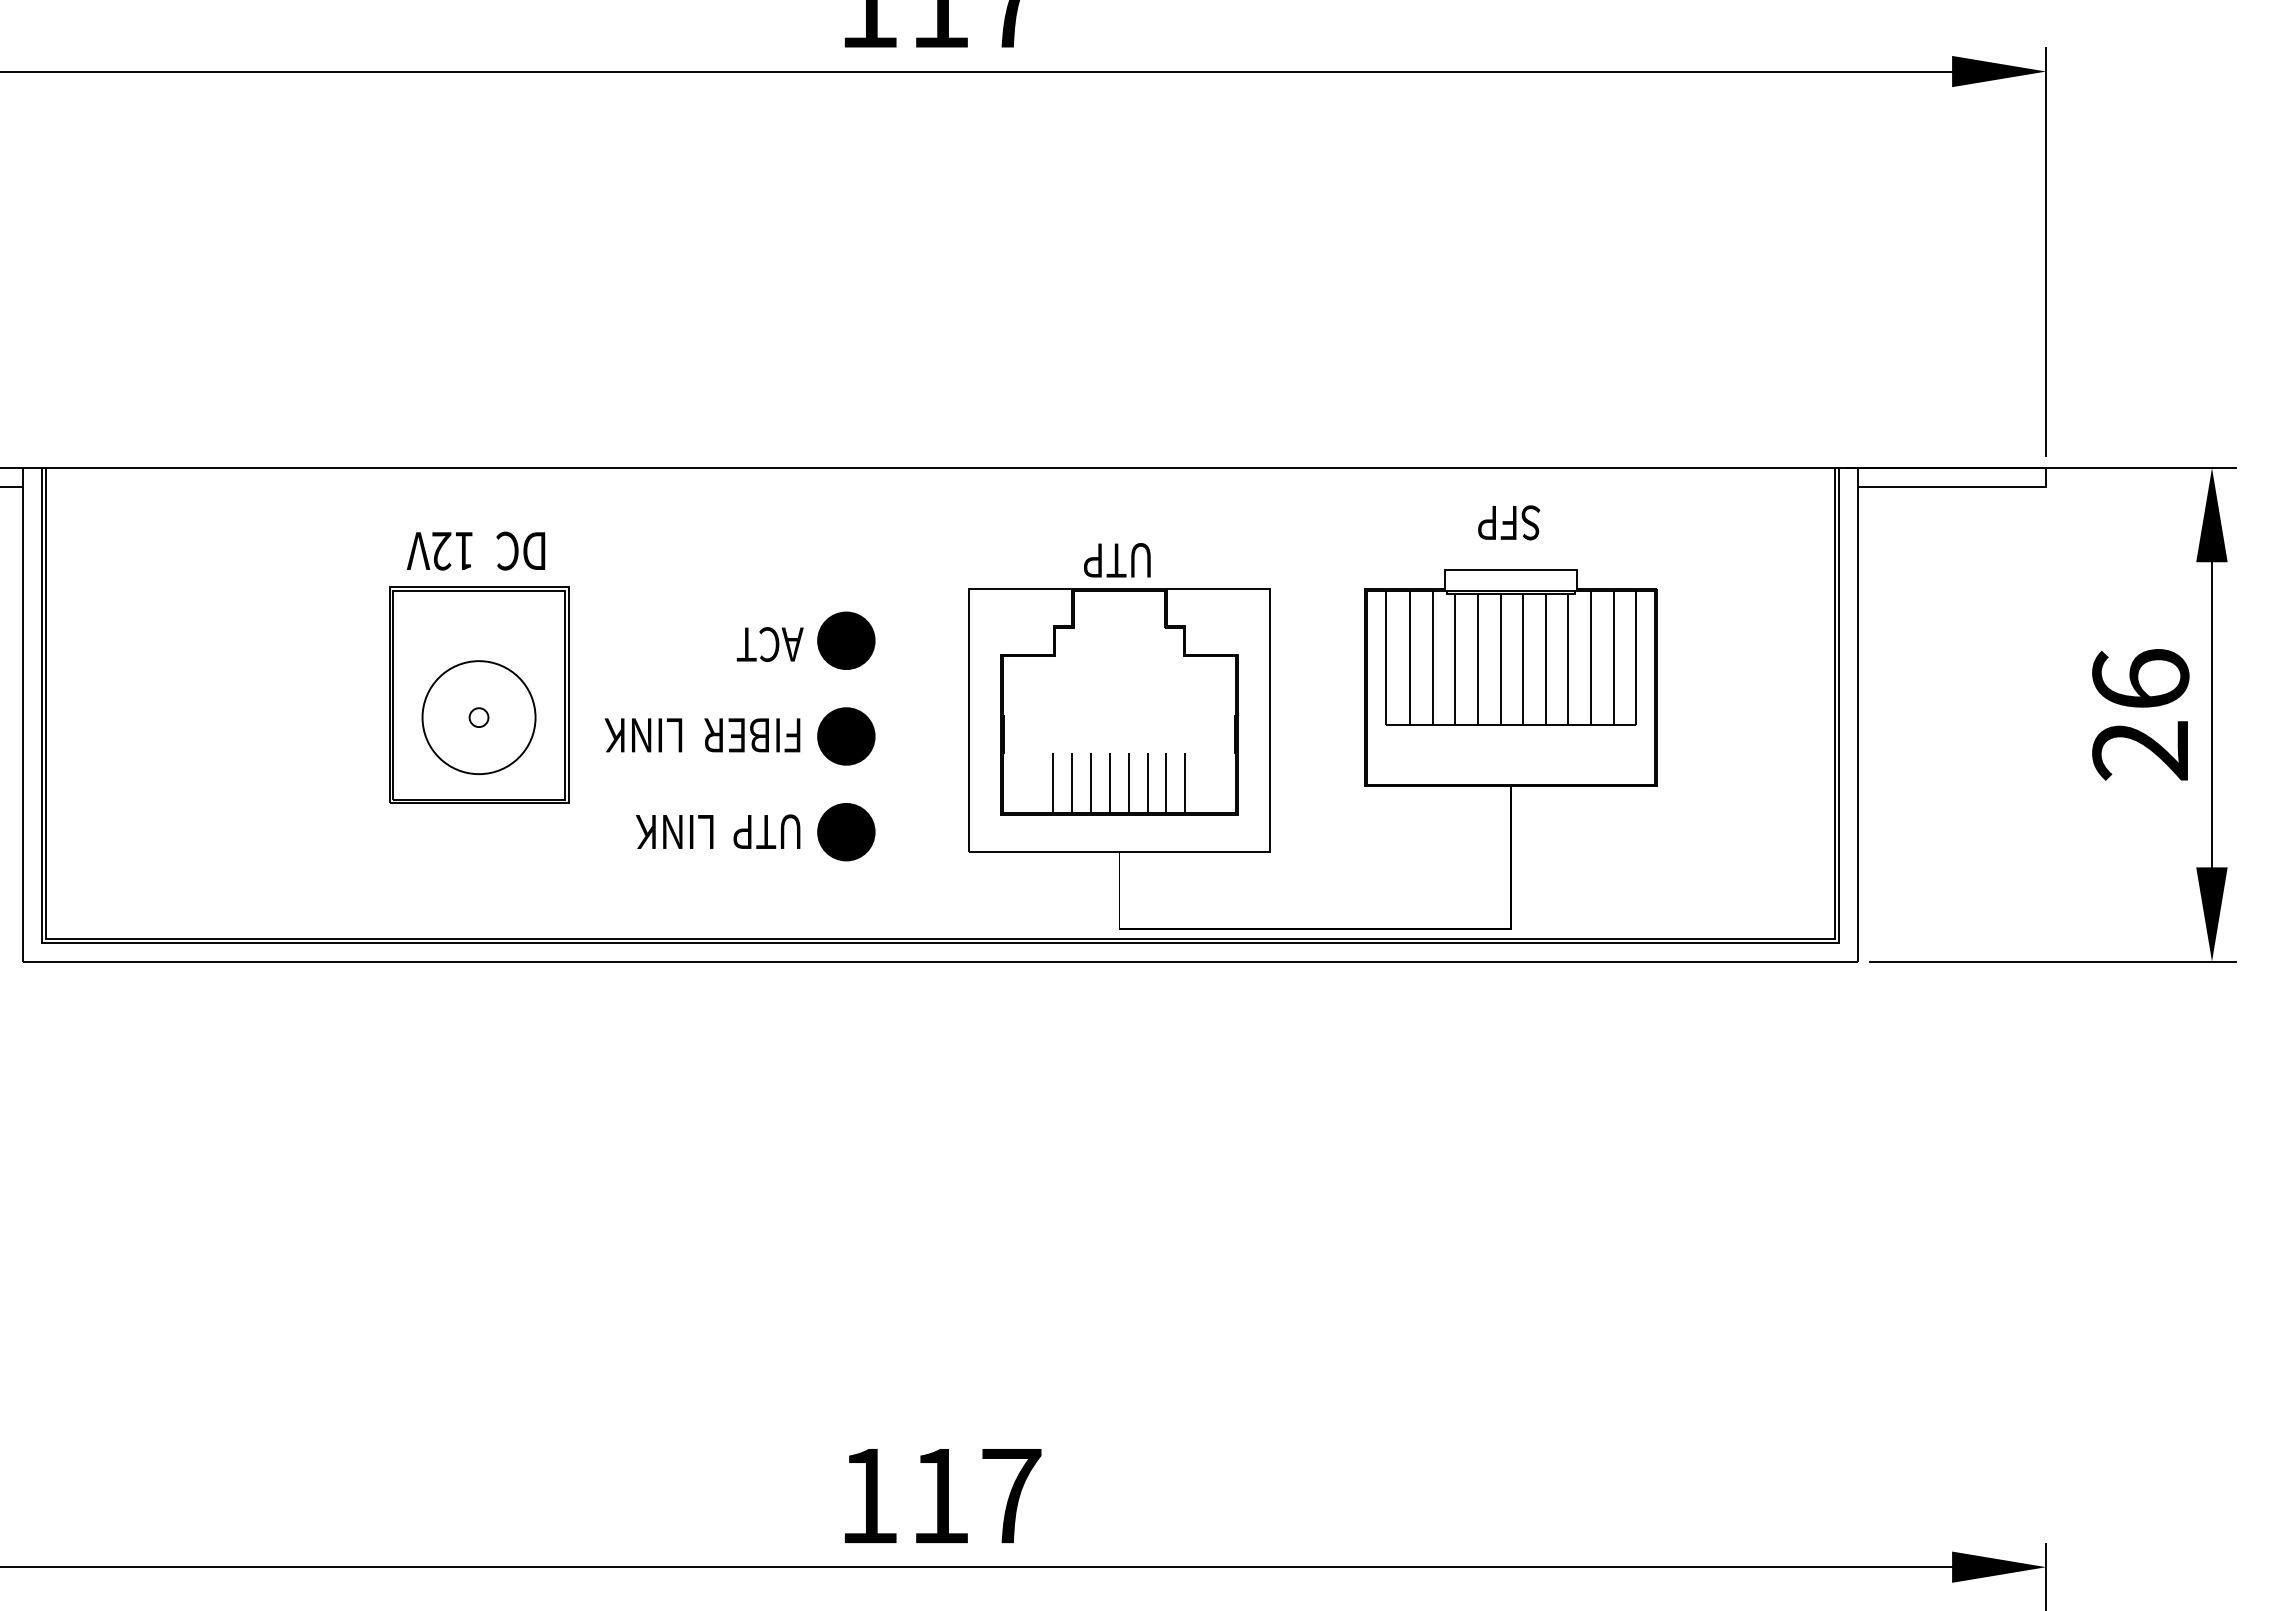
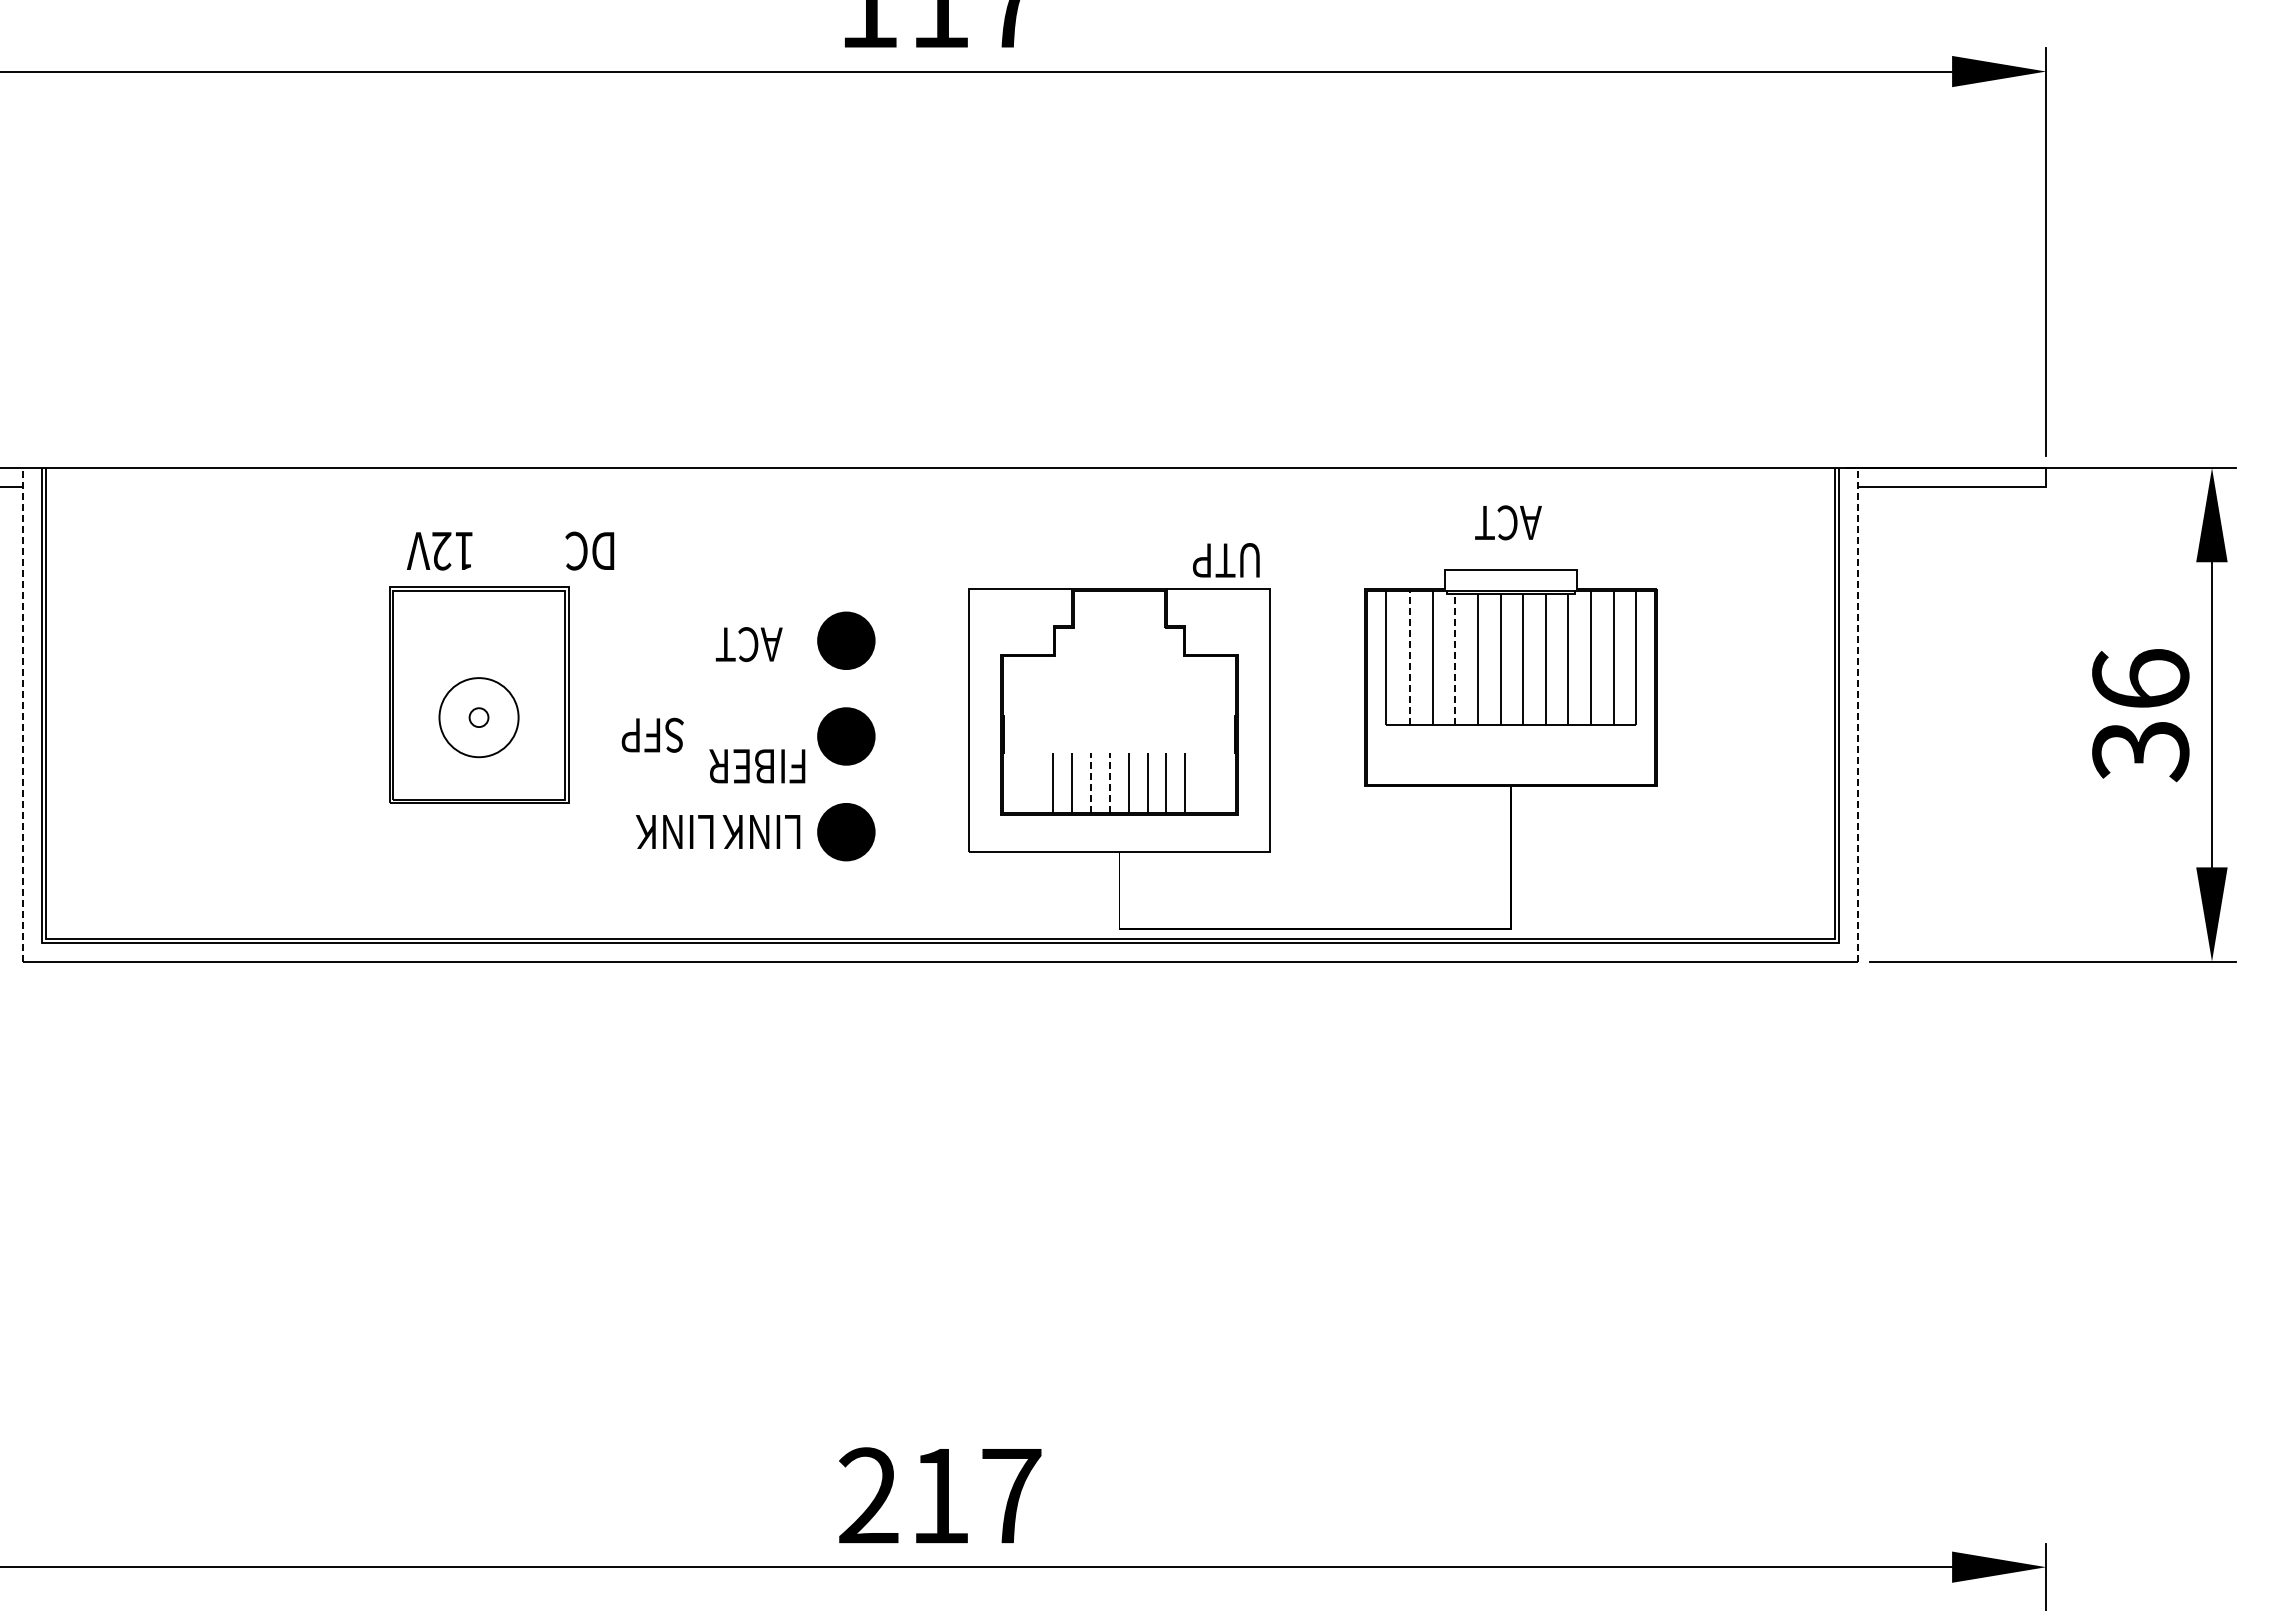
text at (1508, 522): SFP -> ACT
text at (520, 550) position: (520, 550) -> (589, 550)
text at (1117, 560) position: (1117, 560) -> (1226, 560)
text at (769, 644) position: (769, 644) -> (748, 644)
line at (1410, 657): solid -> dashed
line at (1455, 659): solid -> dashed
line at (23, 714): solid -> dashed
line at (1857, 714): solid -> dashed
circle at (478, 717) diameter: 113 px -> 79 px
text at (643, 734): LINK -> SFP
text at (752, 735) position: (752, 735) -> (757, 766)
text at (2140, 751): 26 -> 36
line at (1091, 783): solid -> dashed
line at (1109, 783): solid -> dashed
text at (761, 831): UTP -> LINK
text at (868, 1495): 117 -> 217
